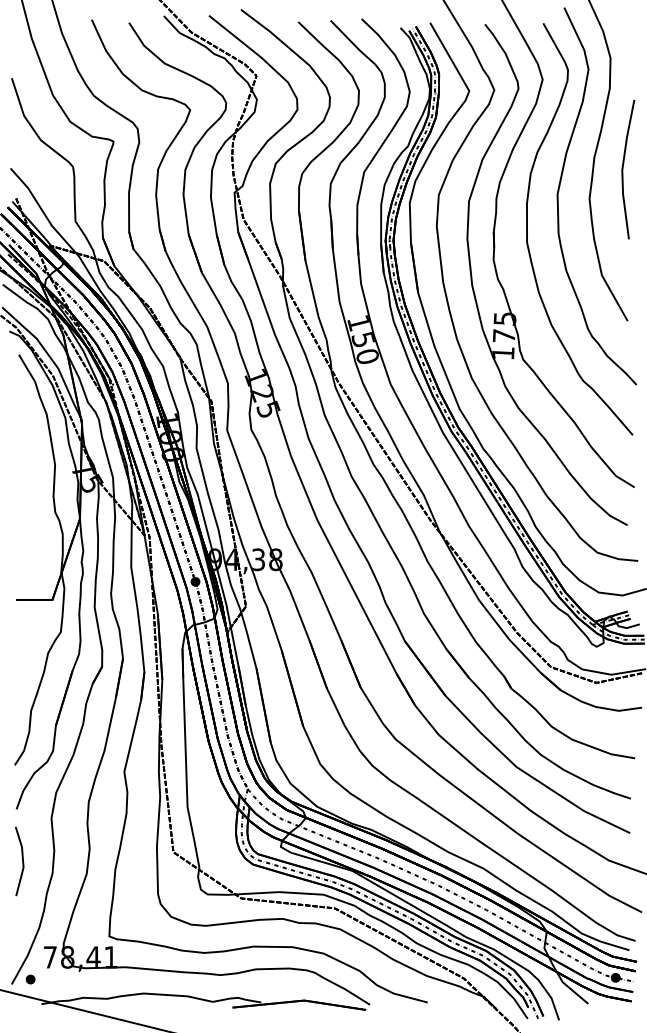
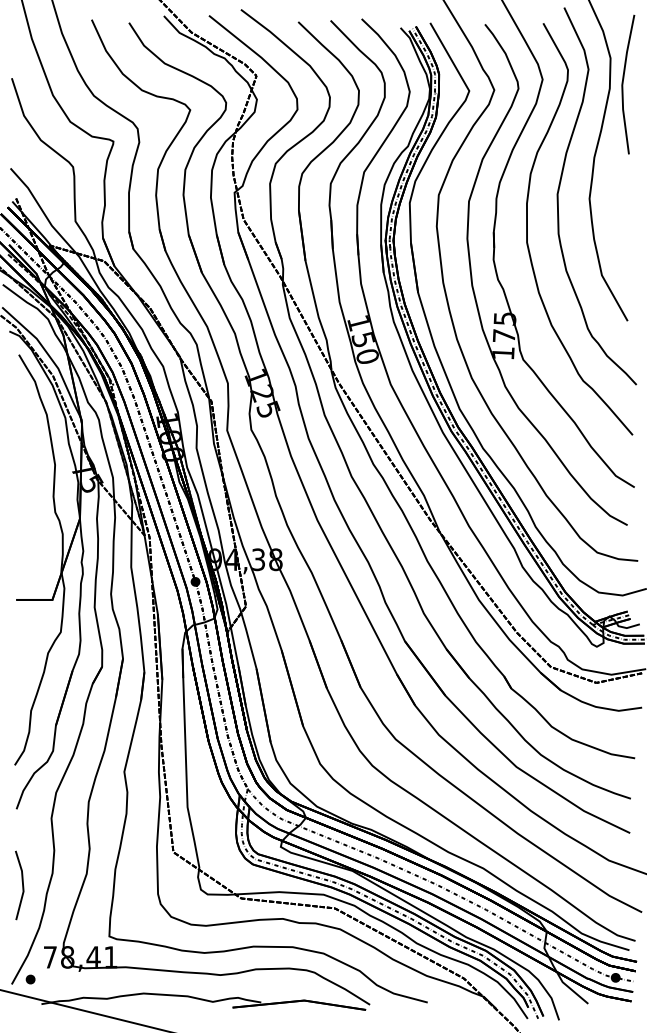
line at (623, 169) position: (623, 169) -> (623, 84)
line at (22, 861) position: (22, 861) -> (22, 885)
